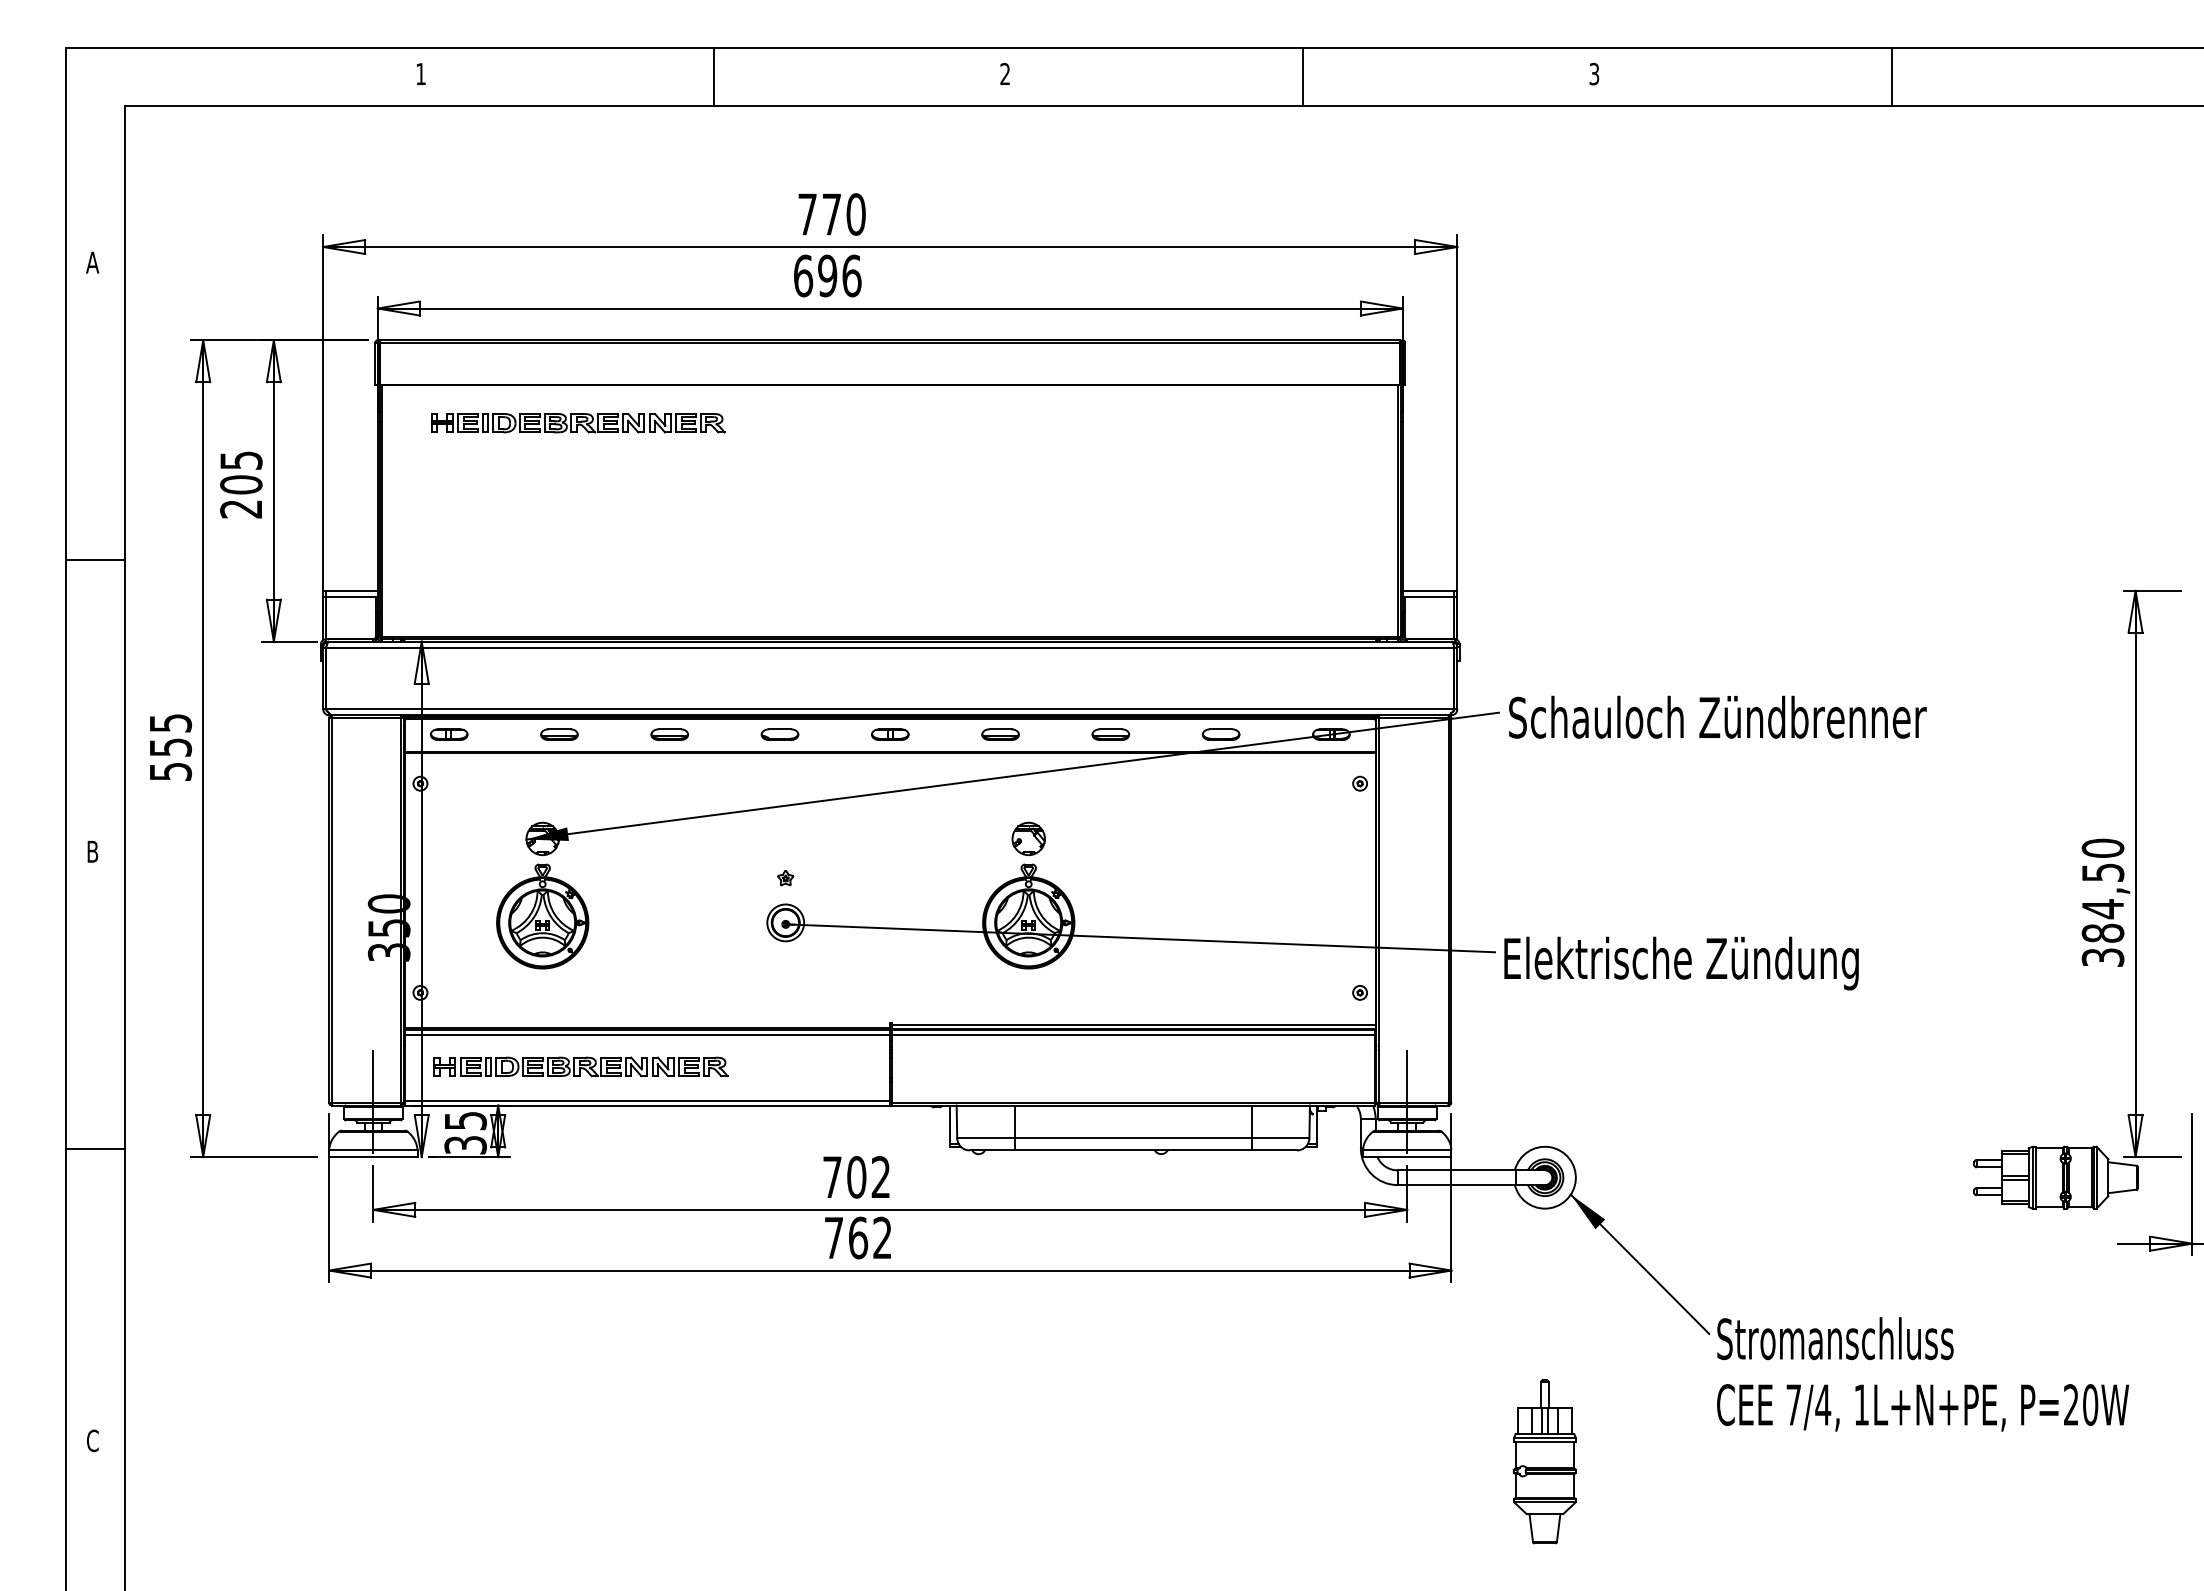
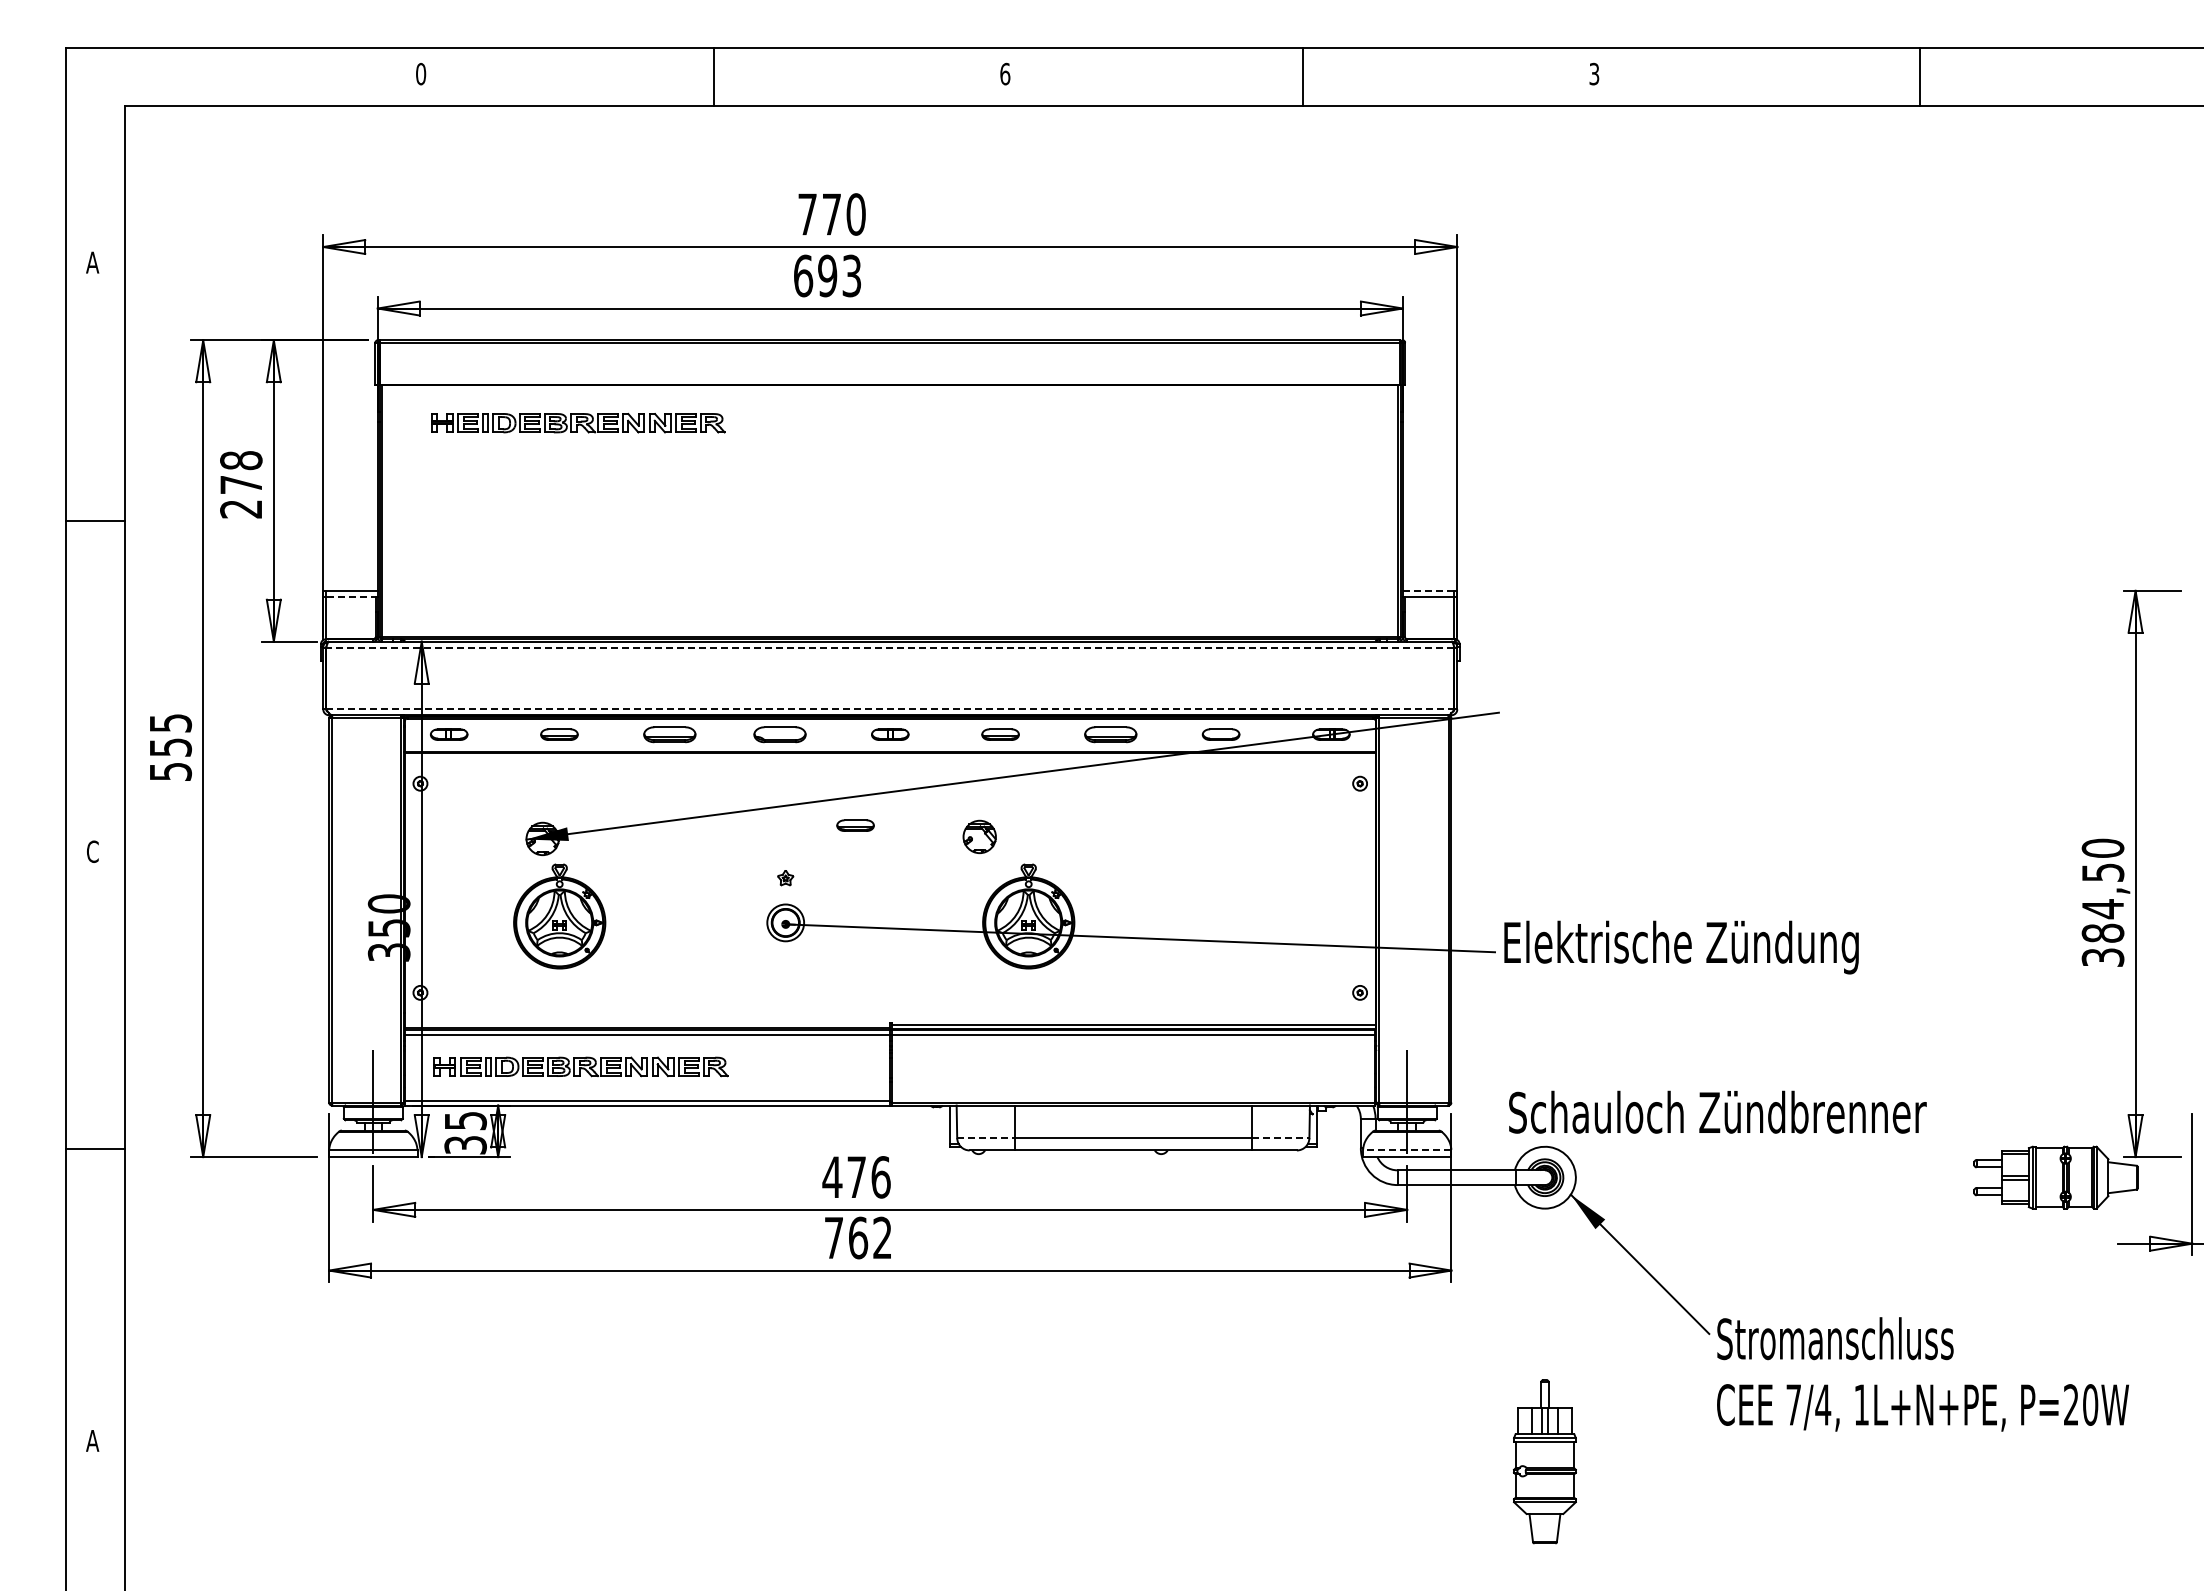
text at (421, 73): 1 -> 0
text at (1005, 73): 2 -> 6
line at (1892, 76) position: (1892, 76) -> (1920, 76)
text at (851, 275): 696 -> 693
text at (241, 472): 205 -> 278
line at (95, 560) position: (95, 560) -> (95, 521)
line at (1428, 590): solid -> dashed
line at (351, 596): solid -> dashed
line at (889, 647): solid -> dashed
line at (890, 709): solid -> dashed
text at (1717, 716) position: (1717, 716) -> (1717, 1111)
part at (669, 734) size: 39x13 px -> 54x18 px
part at (779, 734) size: 40x13 px -> 54x18 px
part at (1110, 734) size: 40x13 px -> 54x18 px
part at (855, 825): none -> present
part at (1028, 838) position: (1028, 838) -> (979, 836)
text at (92, 851): B -> C
part at (542, 916) position: (542, 916) -> (559, 916)
text at (1681, 963) position: (1681, 963) -> (1681, 947)
line at (985, 1138): solid -> dashed
line at (1280, 1138): solid -> dashed
line at (1406, 1149): solid -> dashed
text at (856, 1177): 702 -> 476
text at (92, 1440): C -> A
